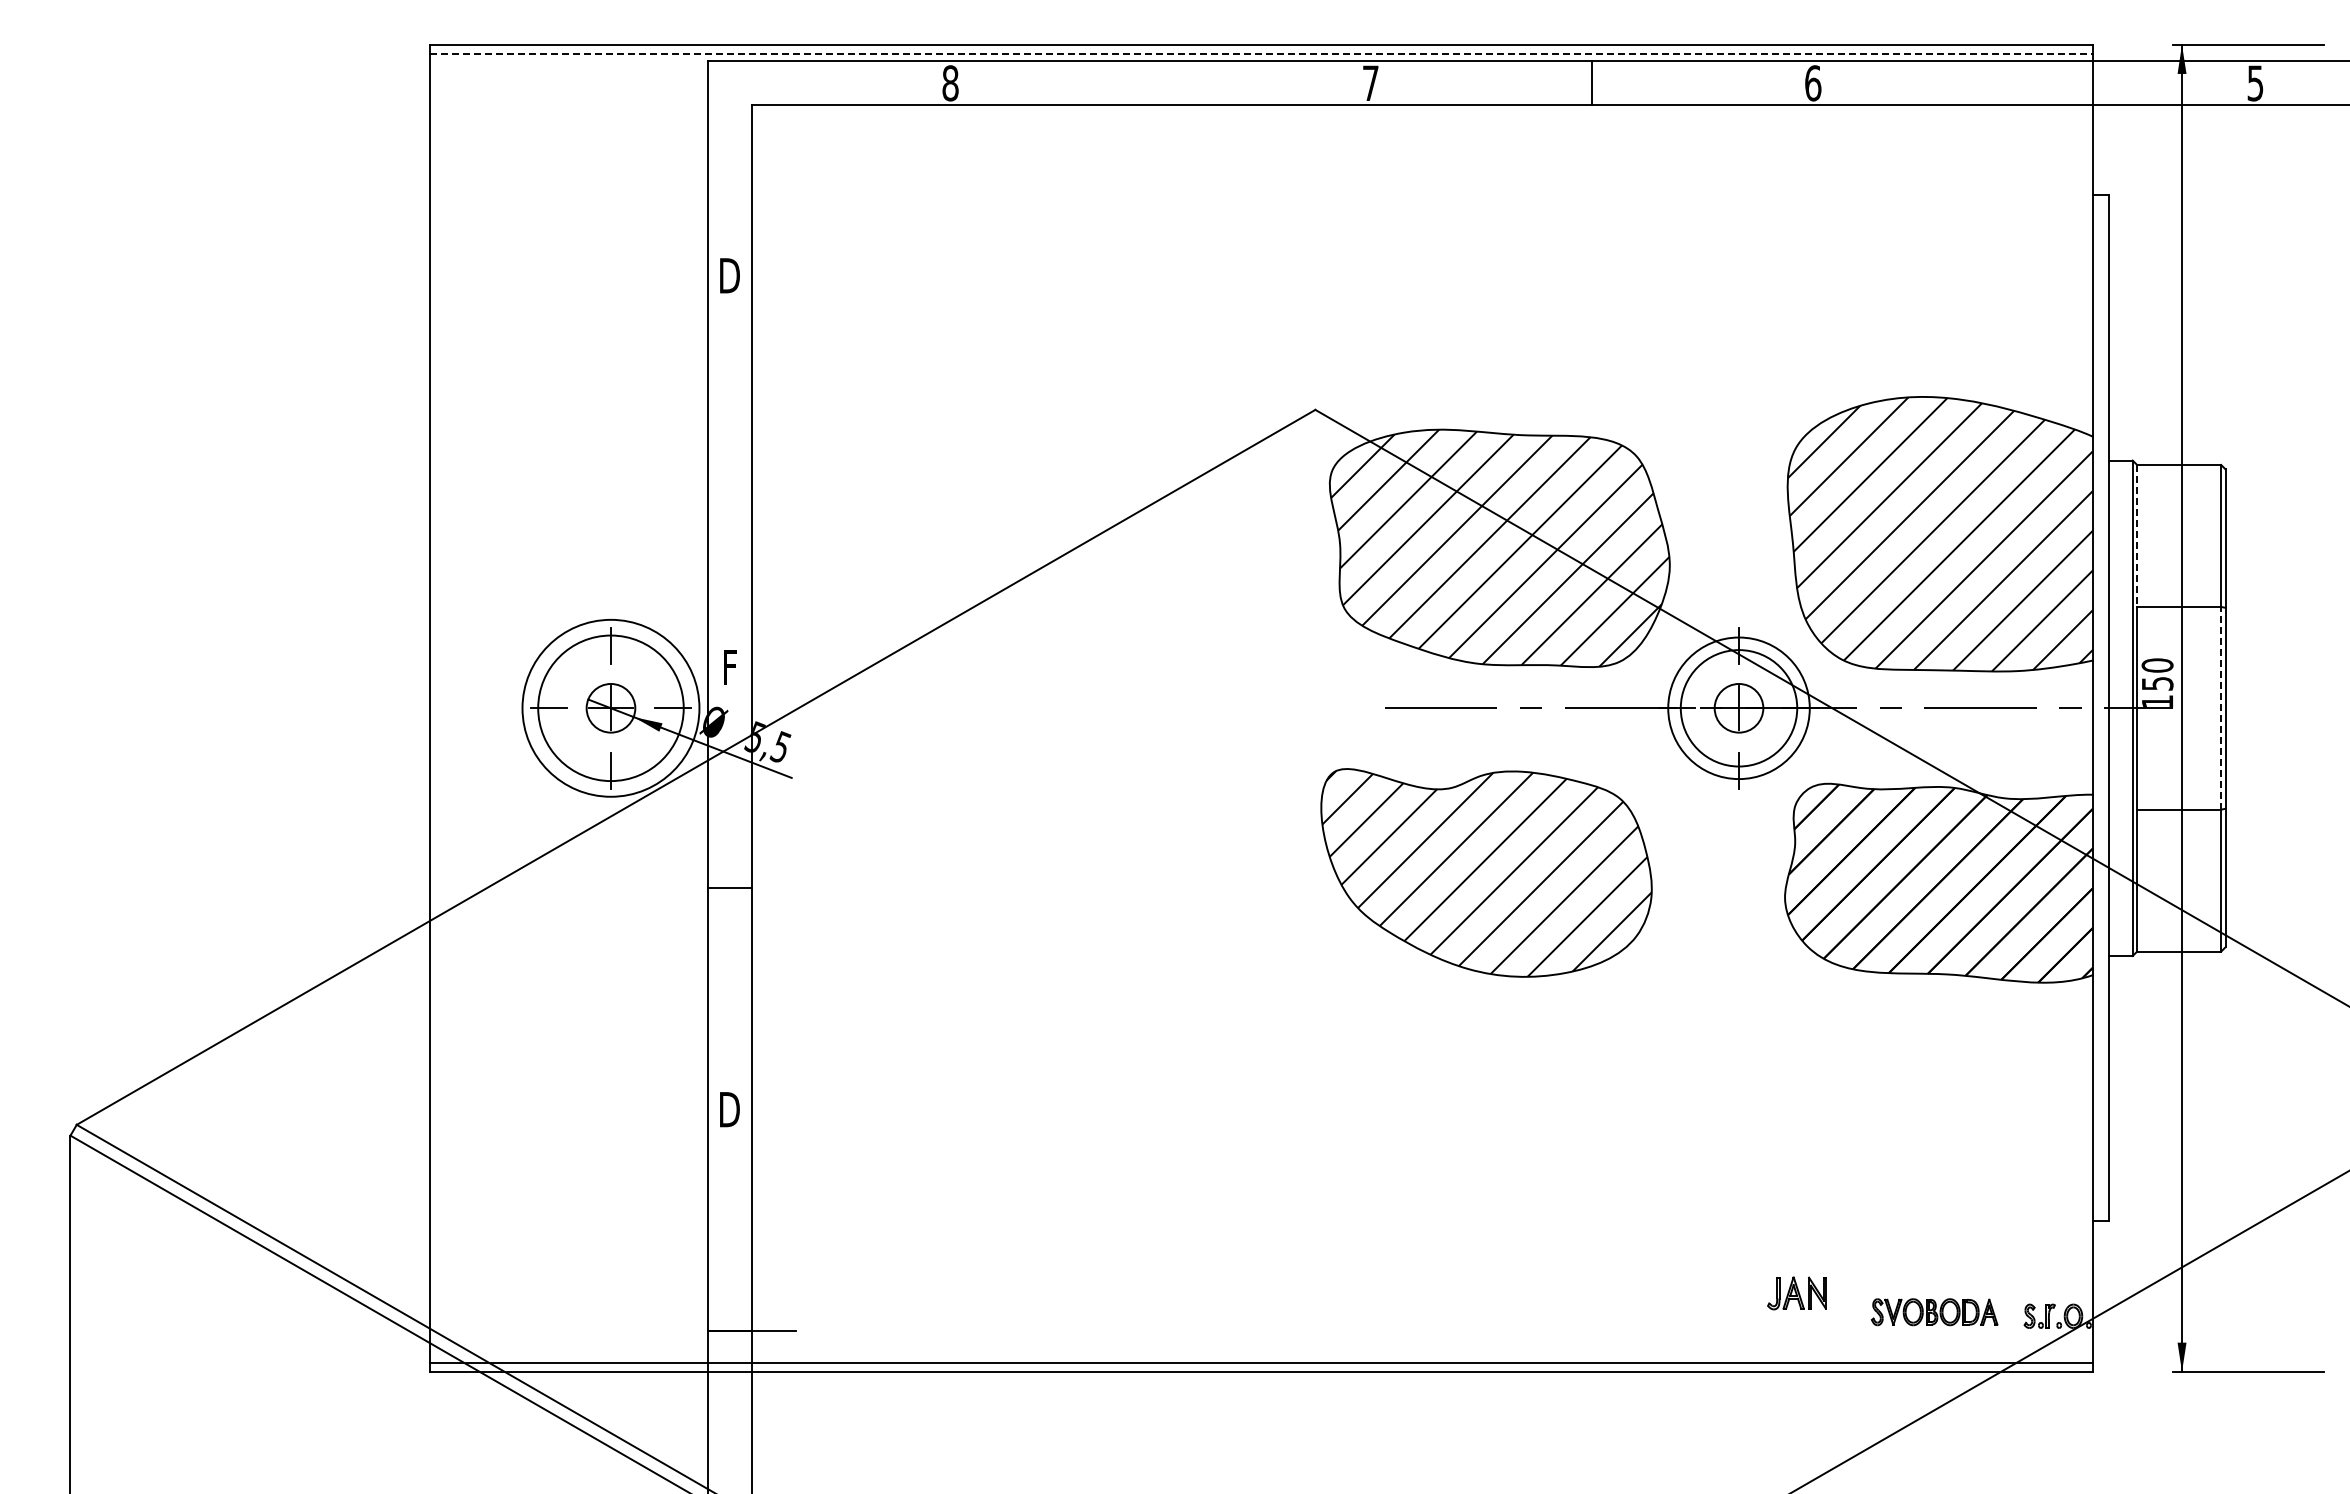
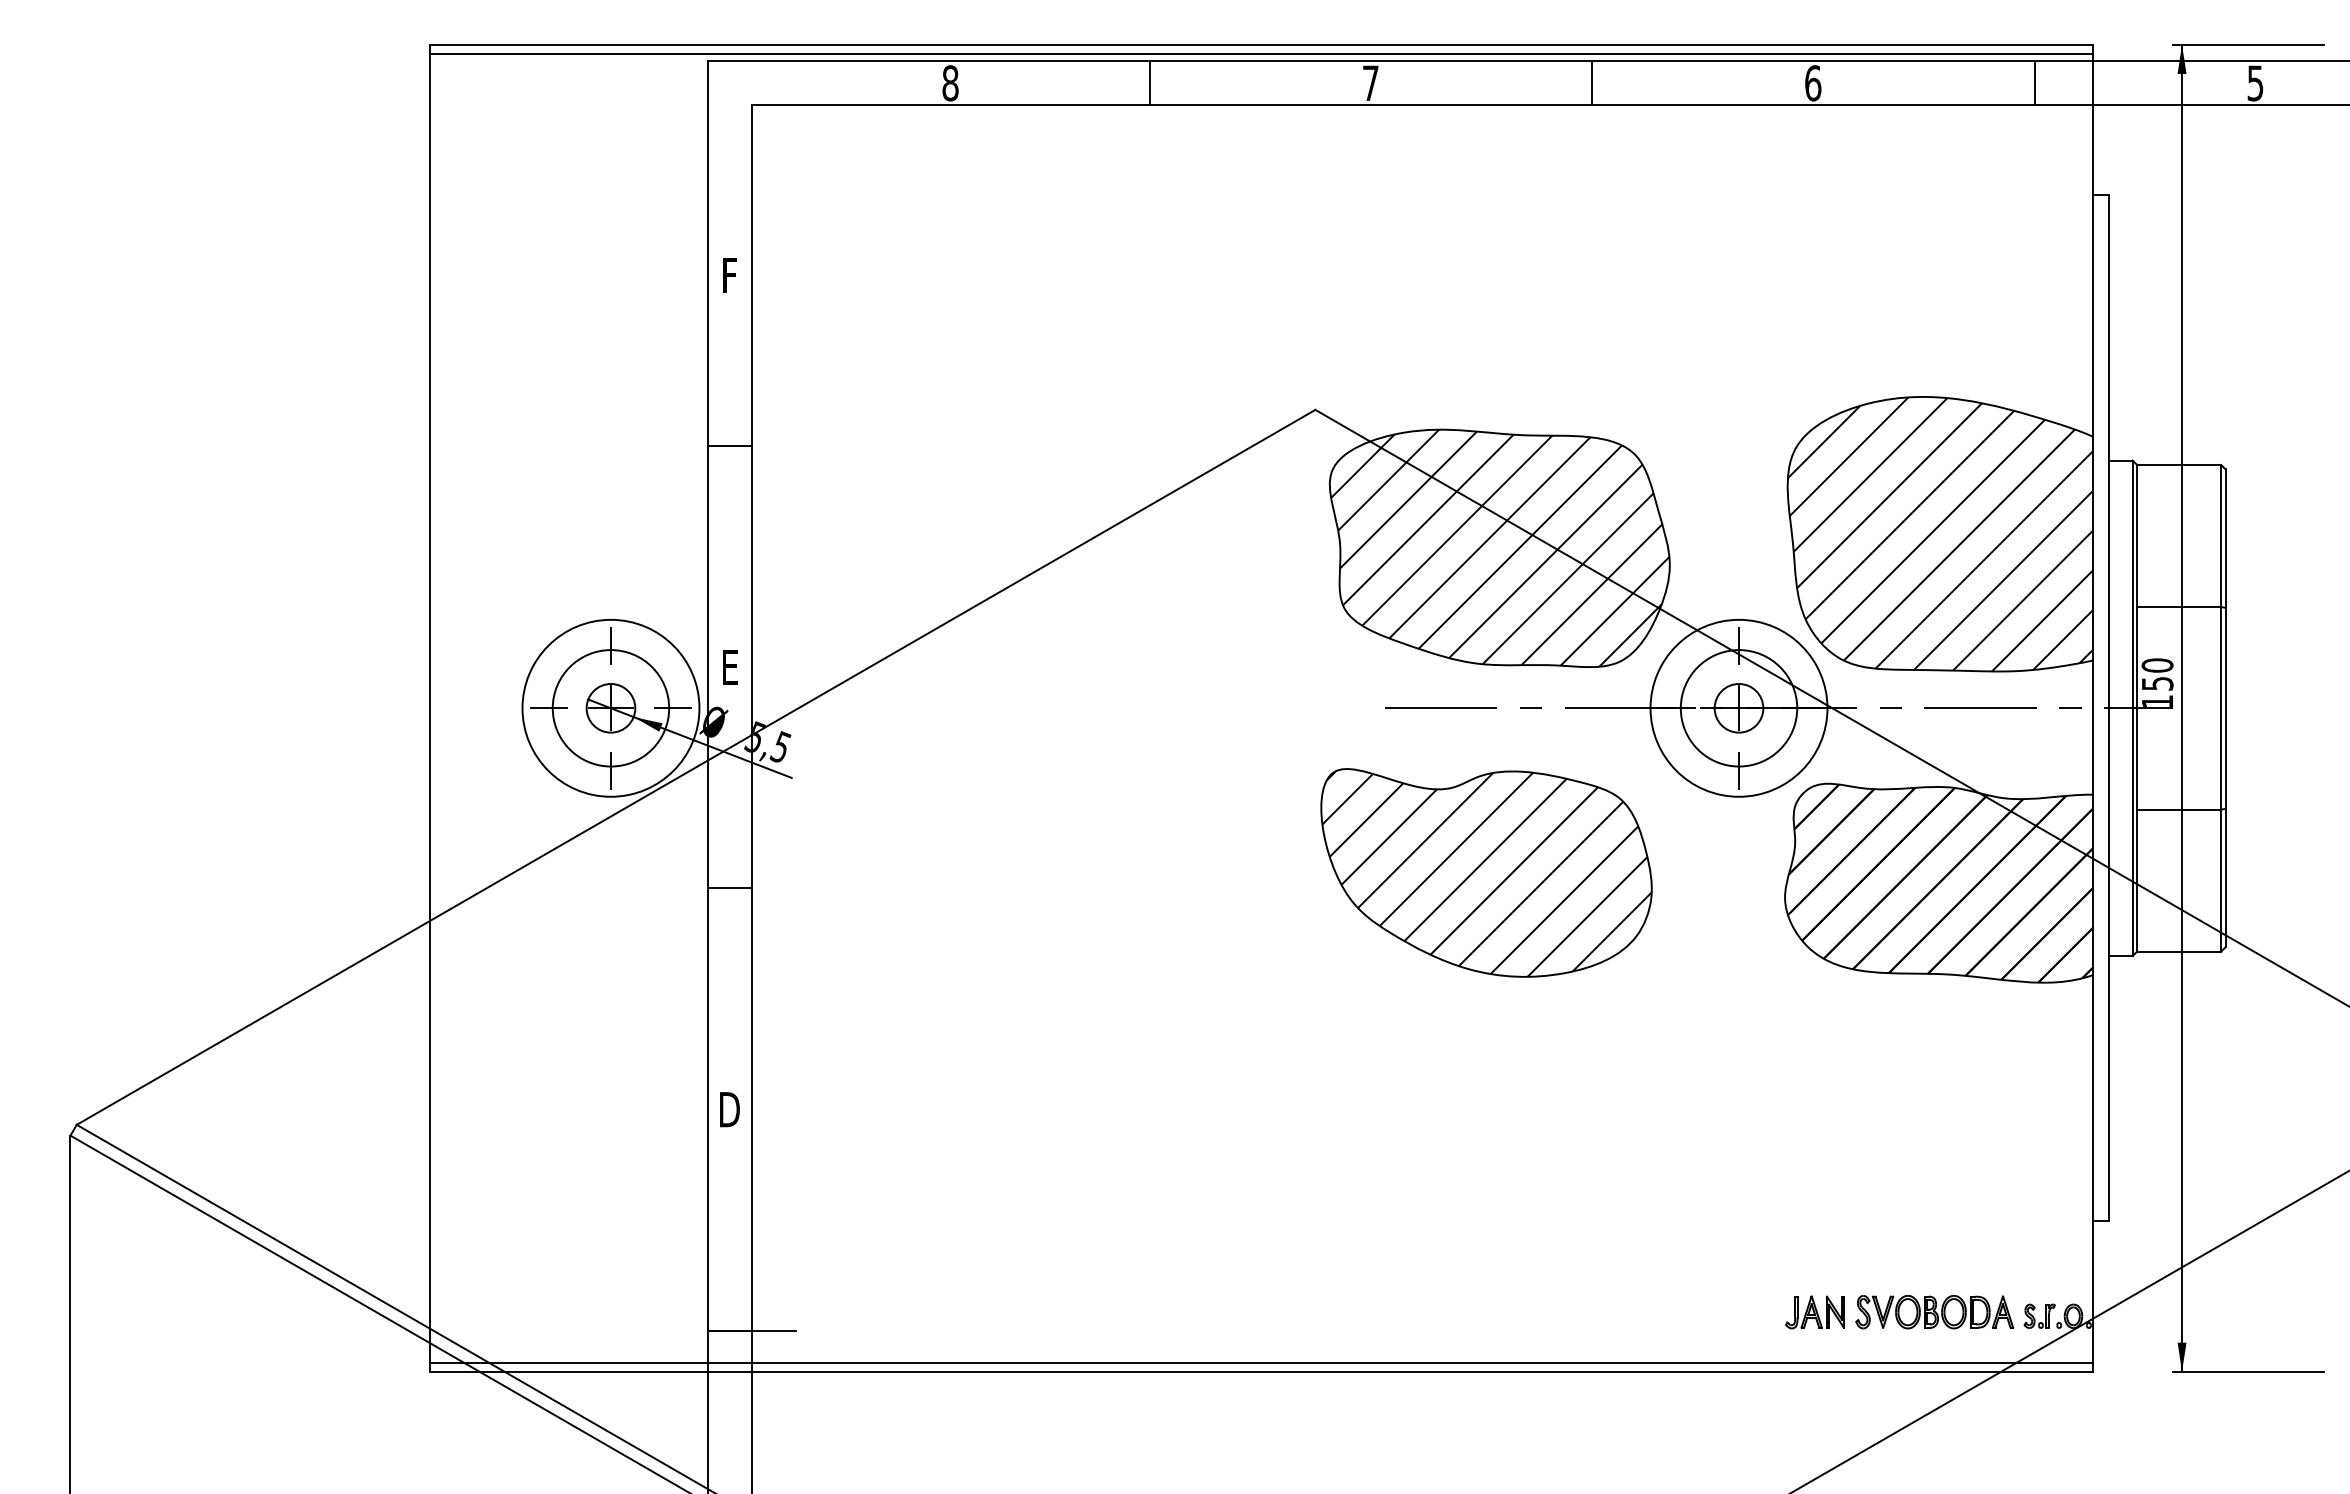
line at (1261, 53): dashed -> solid
line at (1150, 83): none -> present
line at (2034, 83): none -> present
text at (729, 275): D -> F
line at (729, 445): none -> present
line at (2137, 535): dashed -> solid
text at (730, 667): F -> E
line at (2221, 707): dashed -> solid
circle at (610, 708) diameter: 146 px -> 116 px
circle at (1738, 708) diameter: 142 px -> 177 px
part at (1796, 1293) position: (1796, 1293) -> (1814, 1312)
part at (1934, 1312) size: 129x29 px -> 159x35 px
